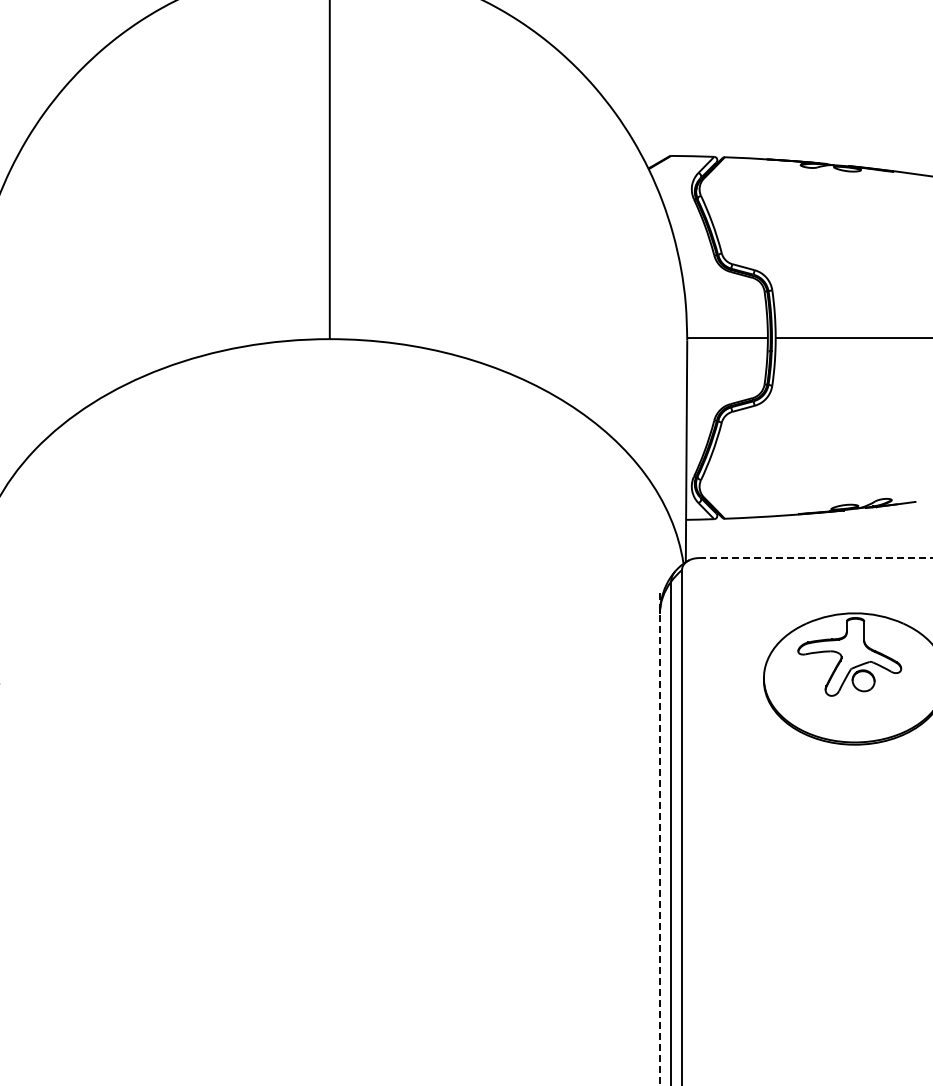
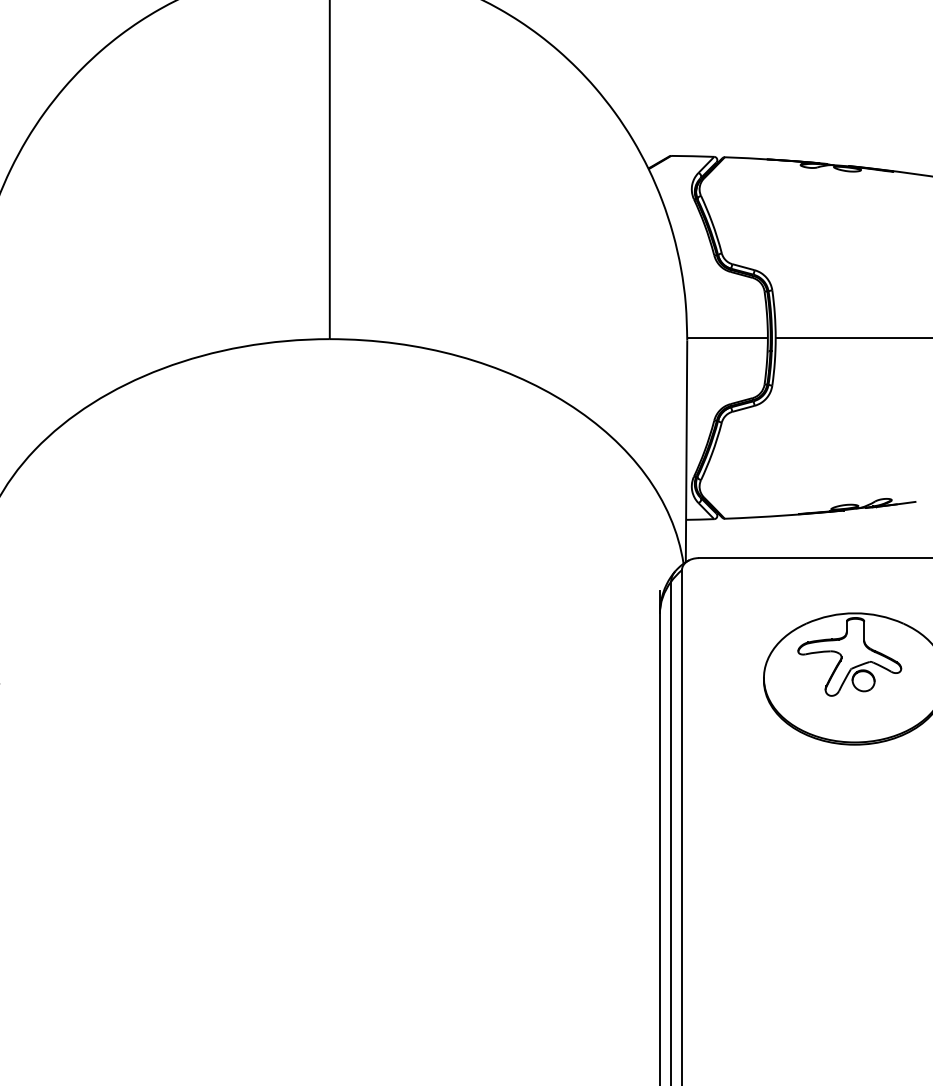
line at (815, 558): dashed -> solid
line at (659, 837): dashed -> solid
